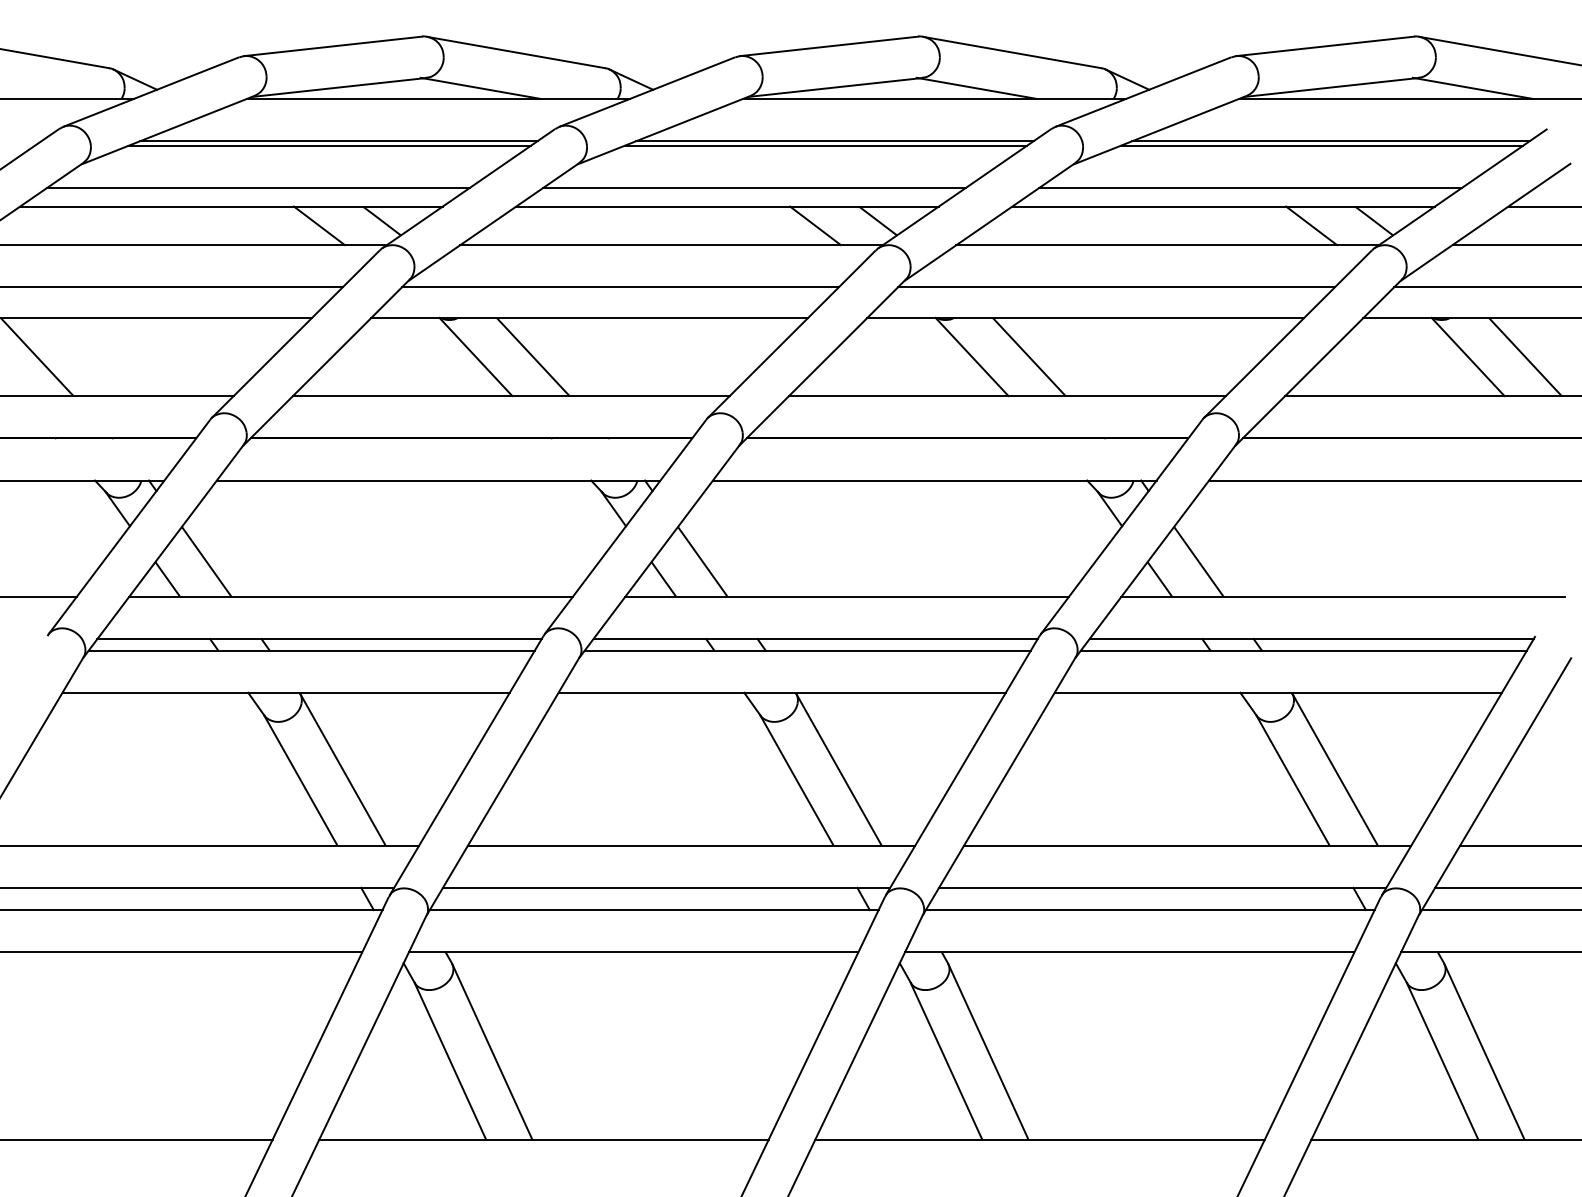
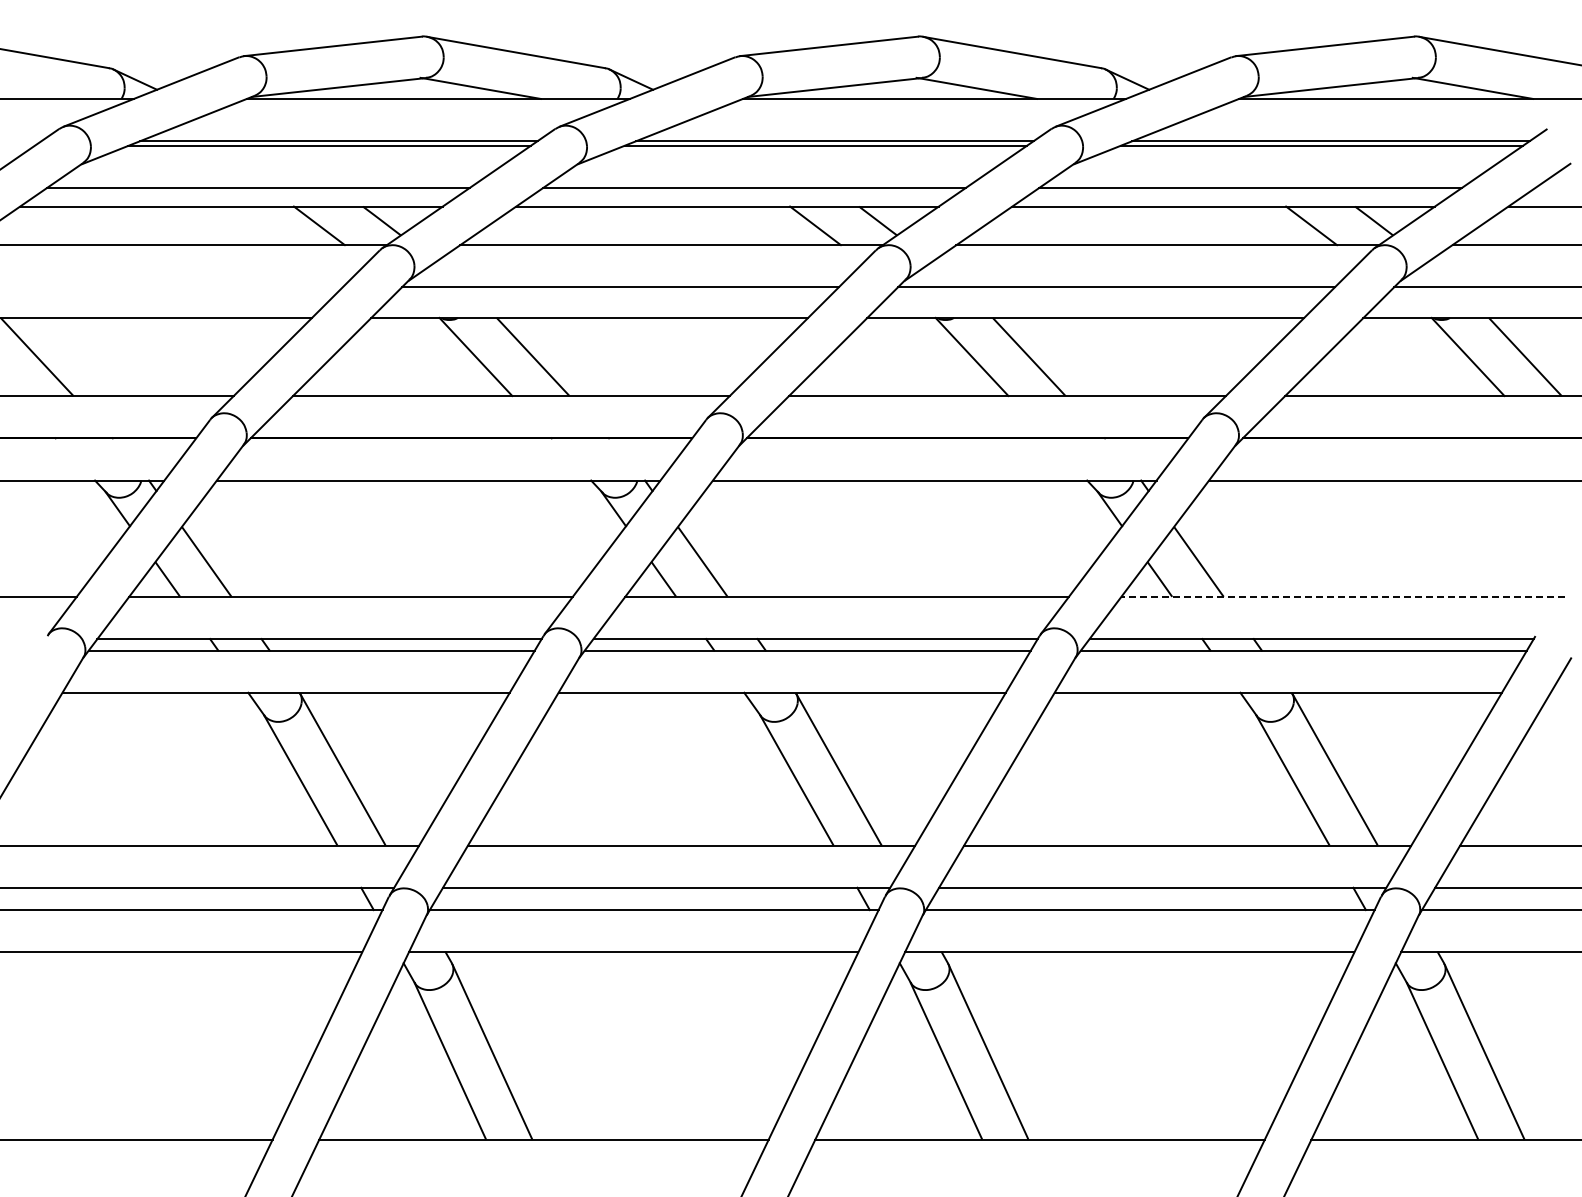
line at (172, 287): present -> none
line at (1343, 596): solid -> dashed
